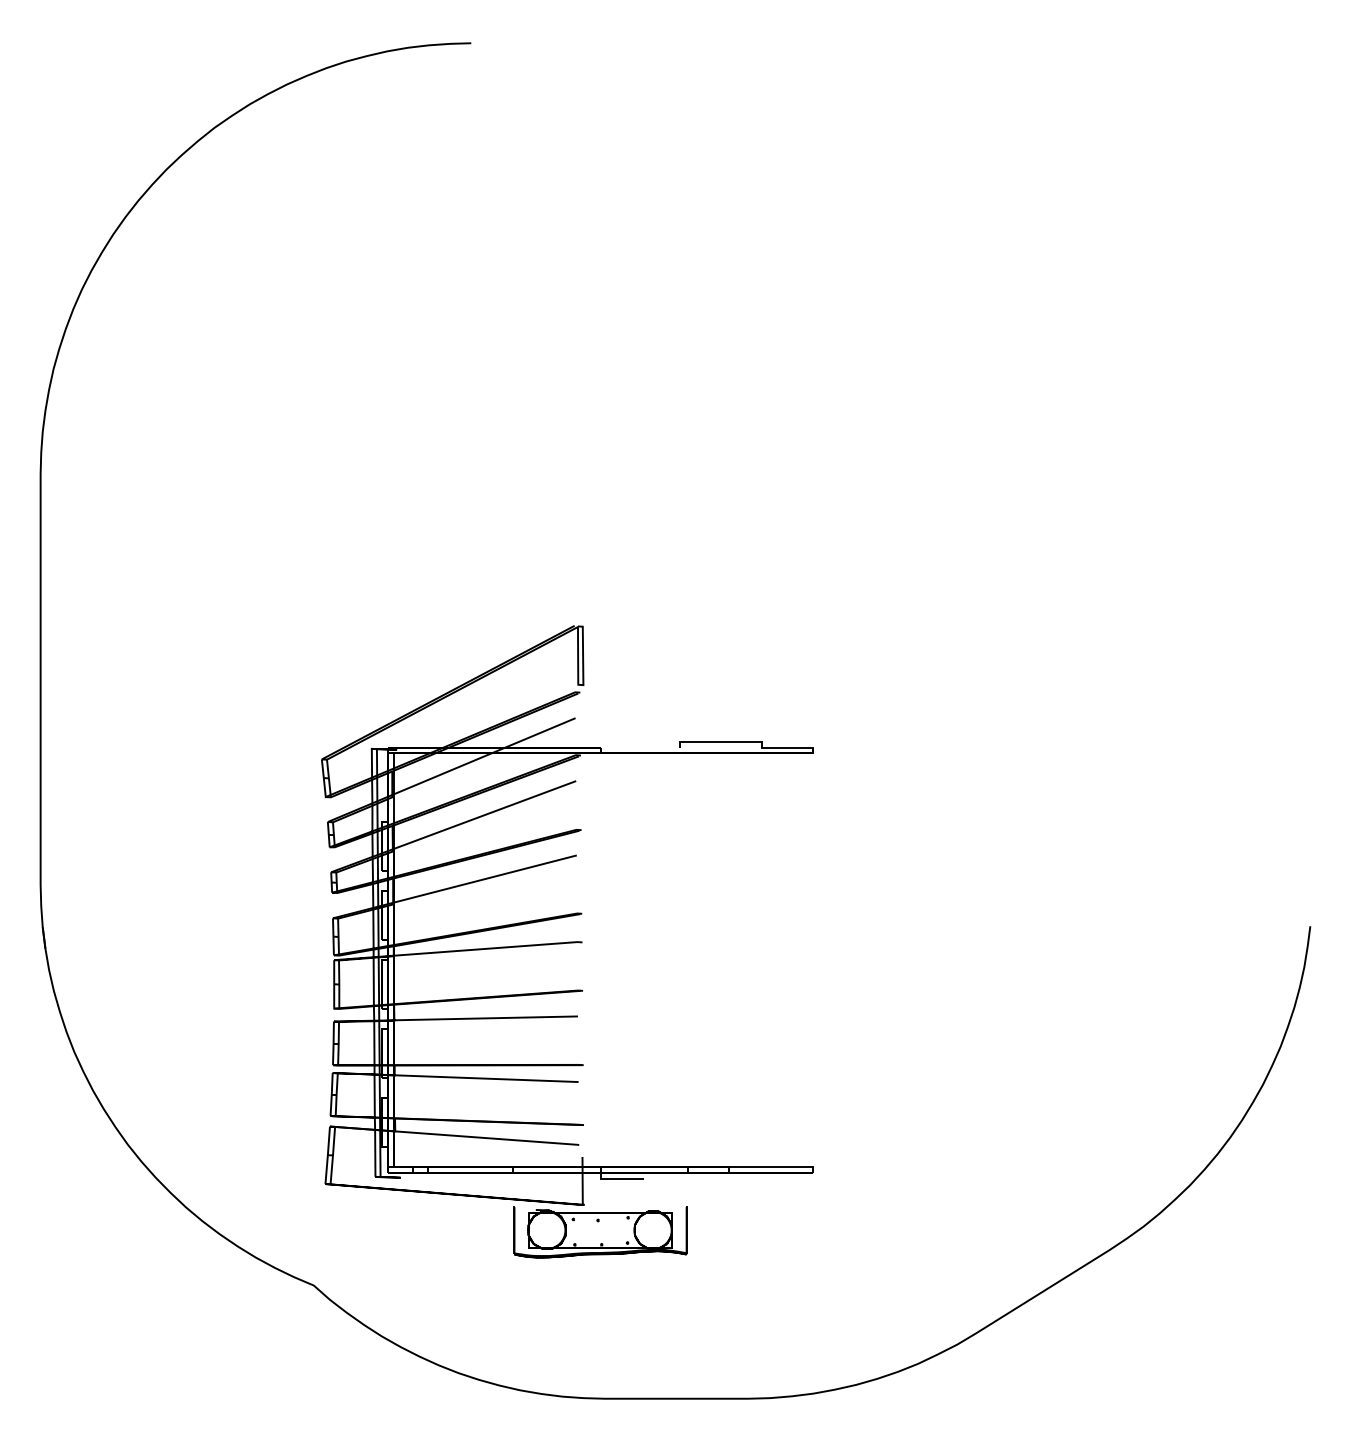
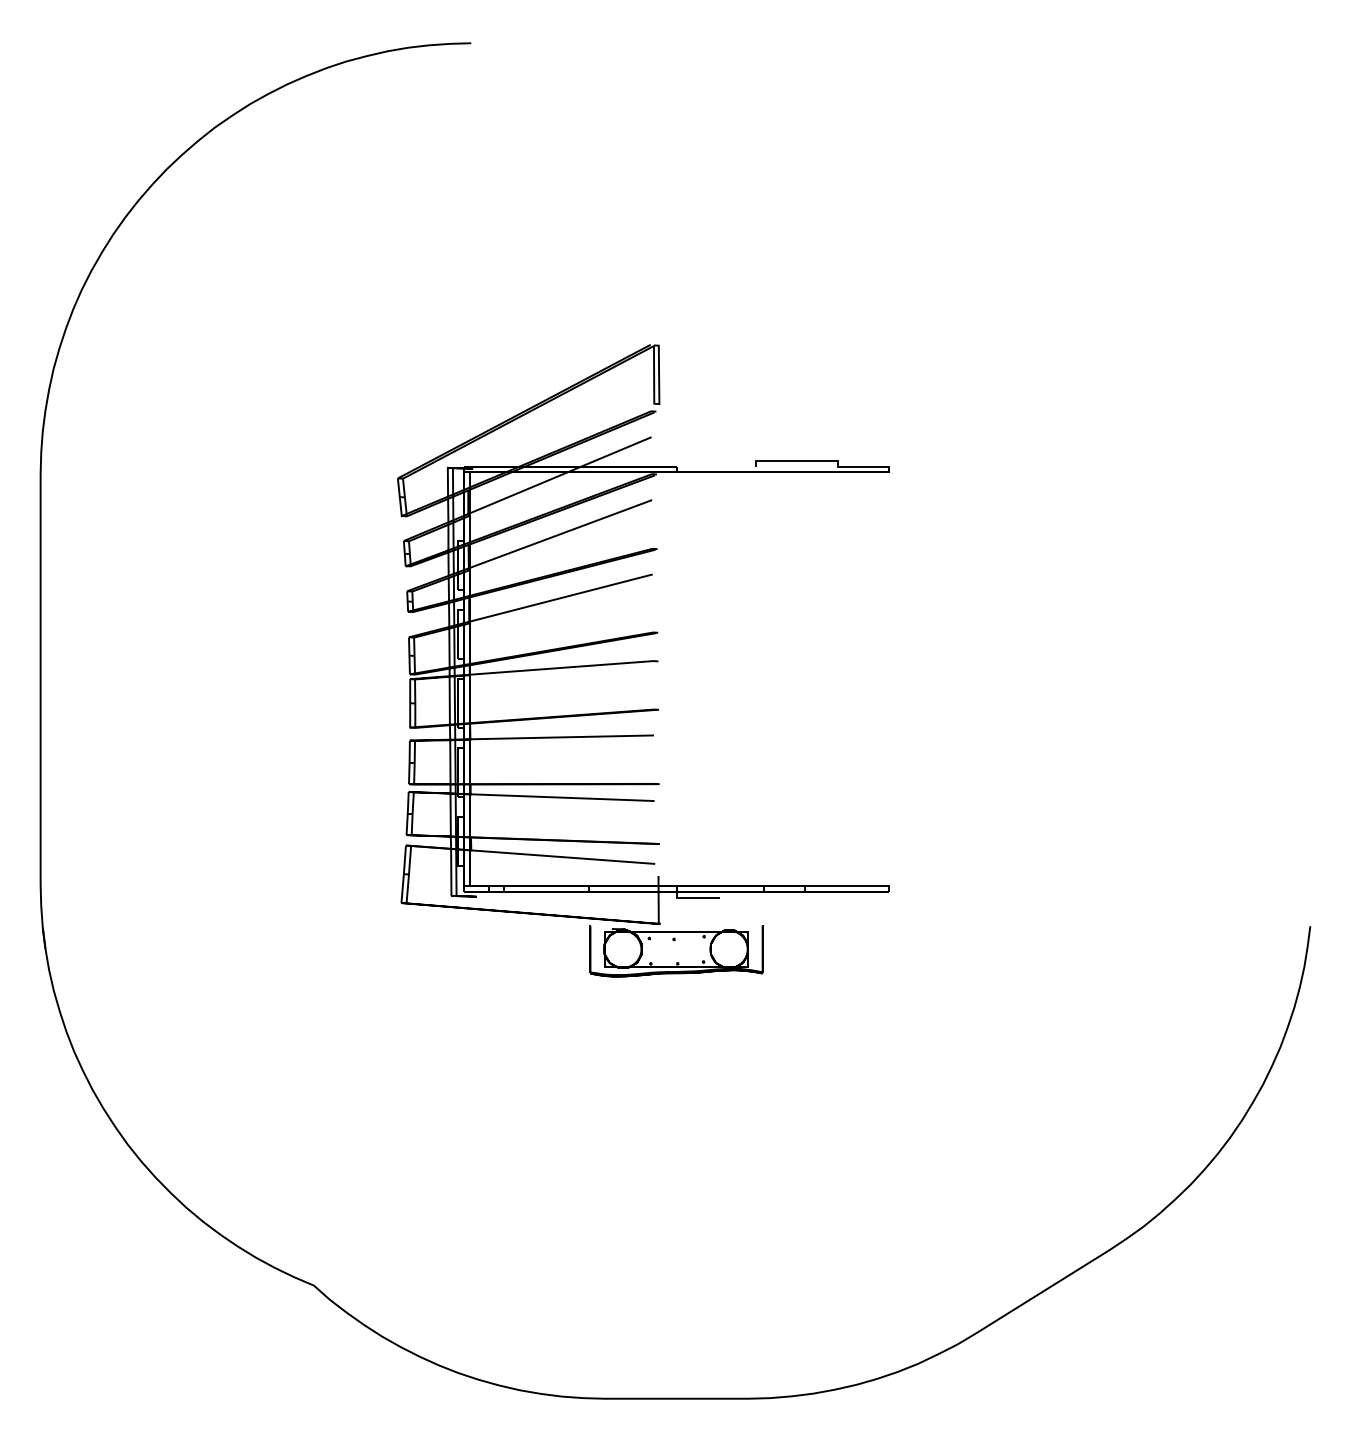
part at (567, 941) position: (567, 941) -> (643, 660)
